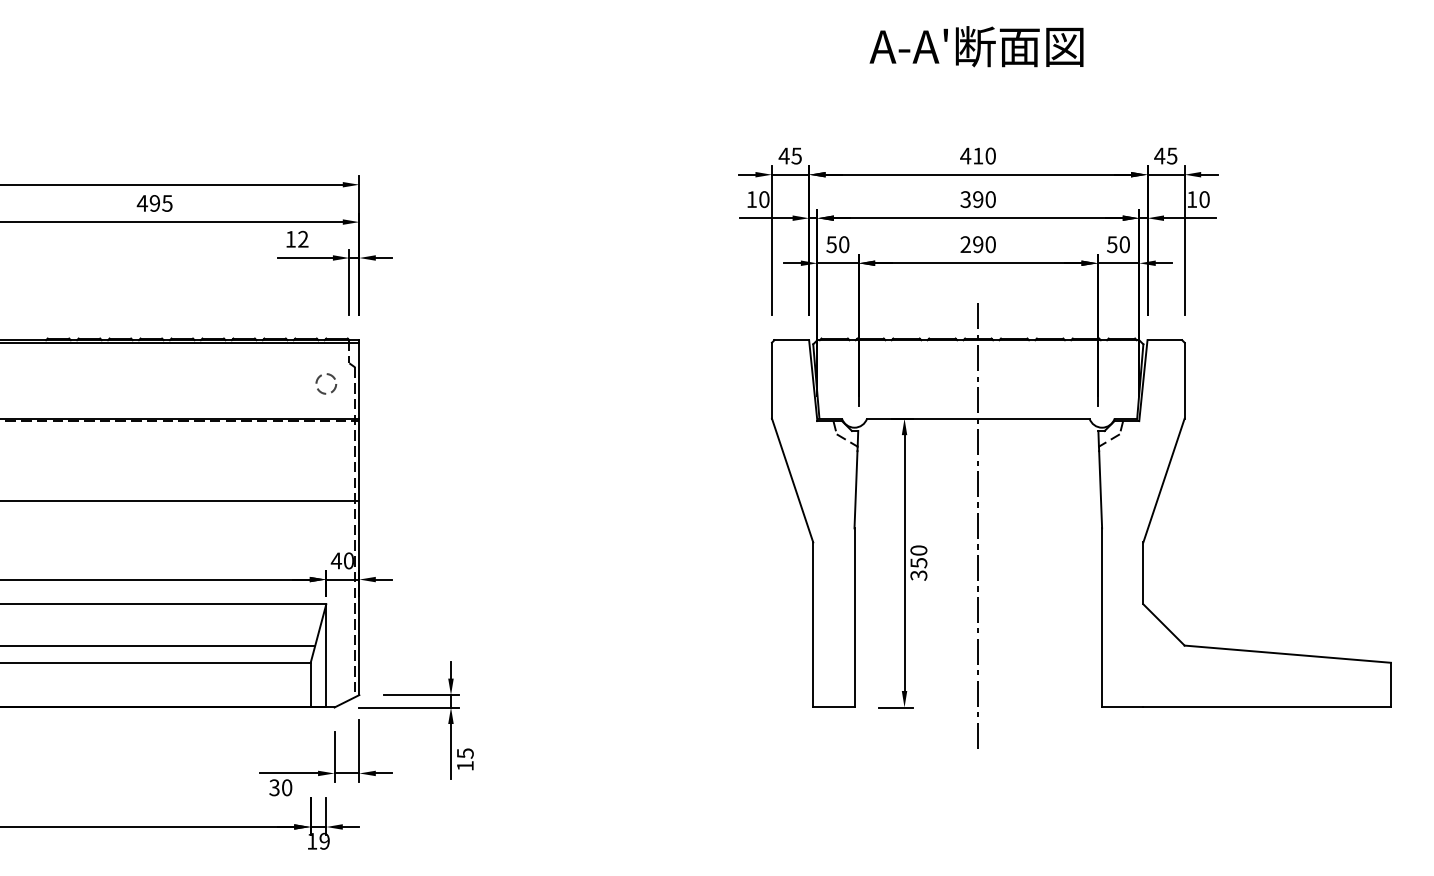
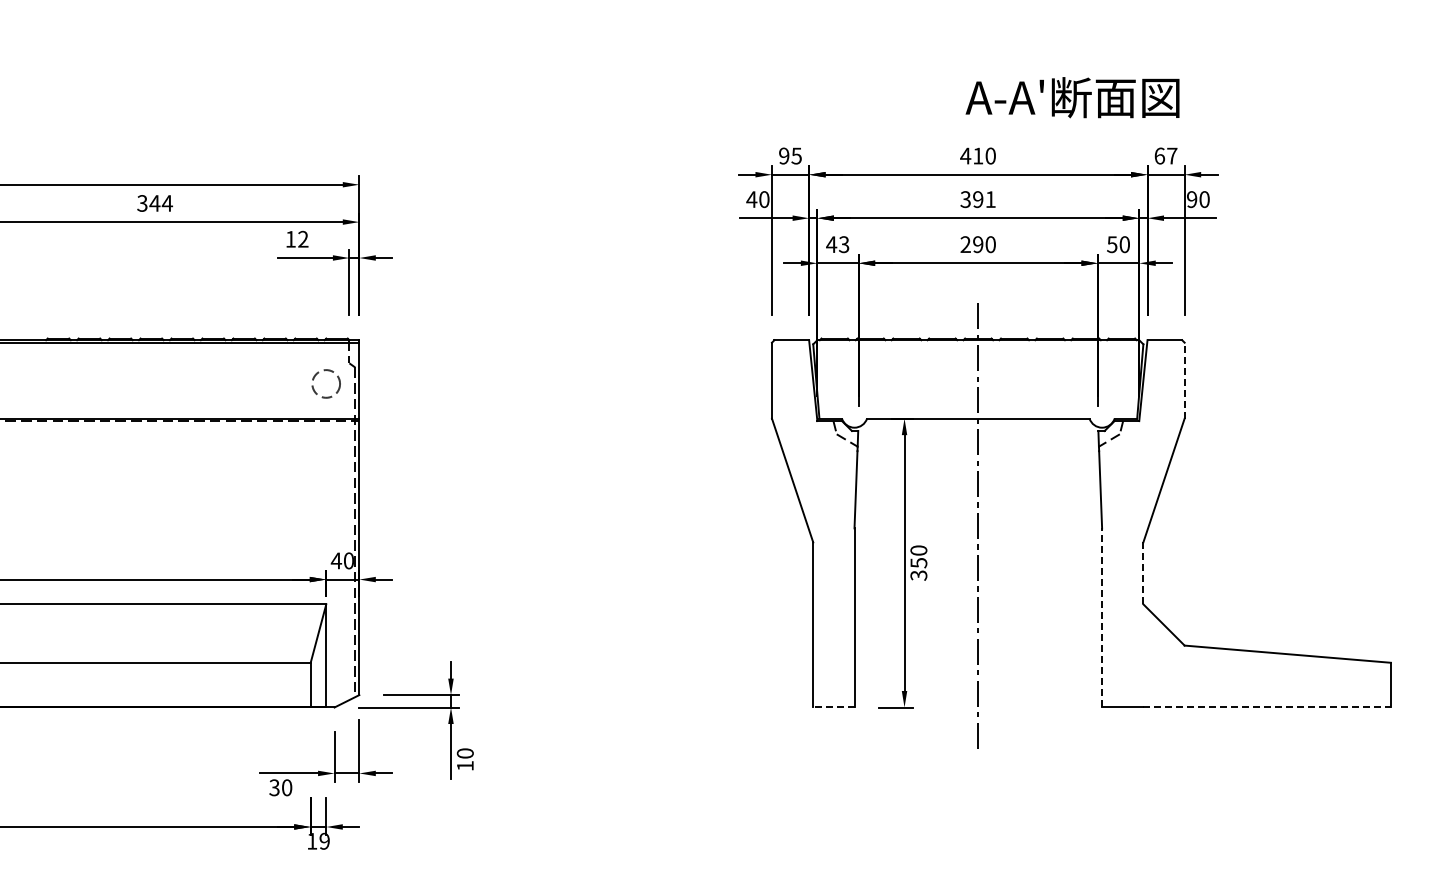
text at (976, 46) position: (976, 46) -> (1072, 97)
text at (783, 155): 45 -> 95
text at (1165, 155): 45 -> 67
text at (751, 199): 10 -> 40
text at (990, 199): 390 -> 391
text at (1192, 199): 10 -> 90
text at (154, 203): 495 -> 344
text at (837, 244): 50 -> 43
line at (1184, 380): solid -> dashed
circle at (326, 383) size: 23x22 px -> 30x30 px
line at (180, 501): present -> none
line at (1143, 573): solid -> dashed
line at (1102, 617): solid -> dashed
line at (158, 645): present -> none
line at (833, 707): solid -> dashed
line at (1267, 707): solid -> dashed
text at (464, 753): 15 -> 10
